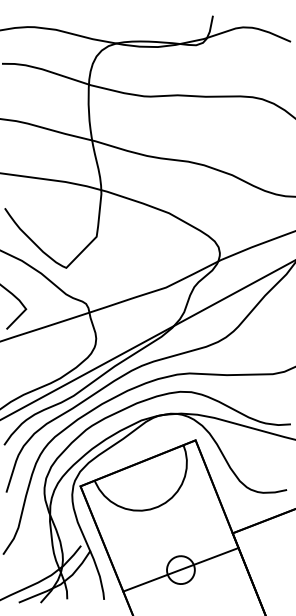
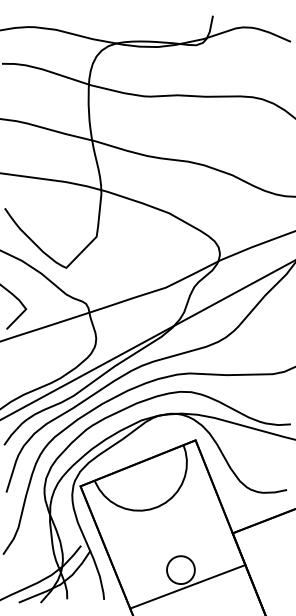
line at (180, 569) position: (180, 569) -> (187, 586)
